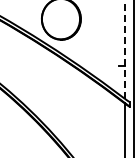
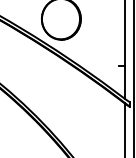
line at (124, 49): dashed -> solid
